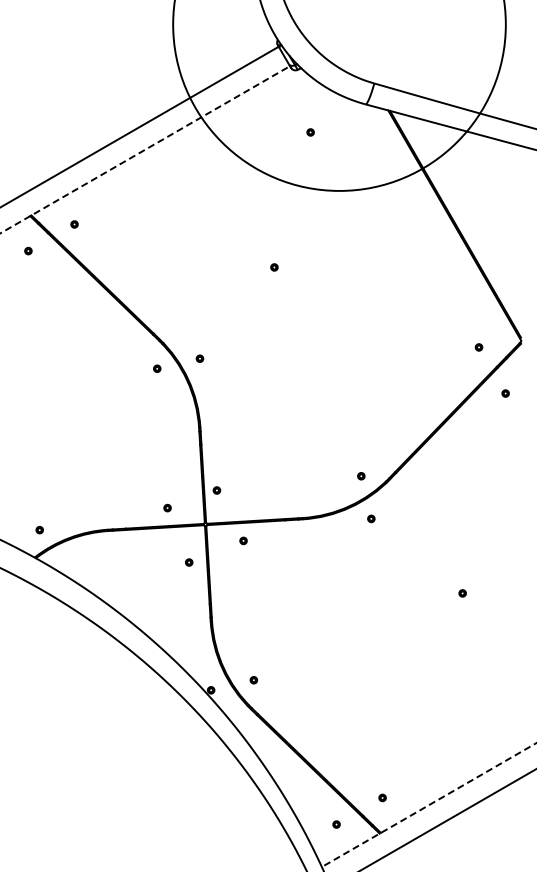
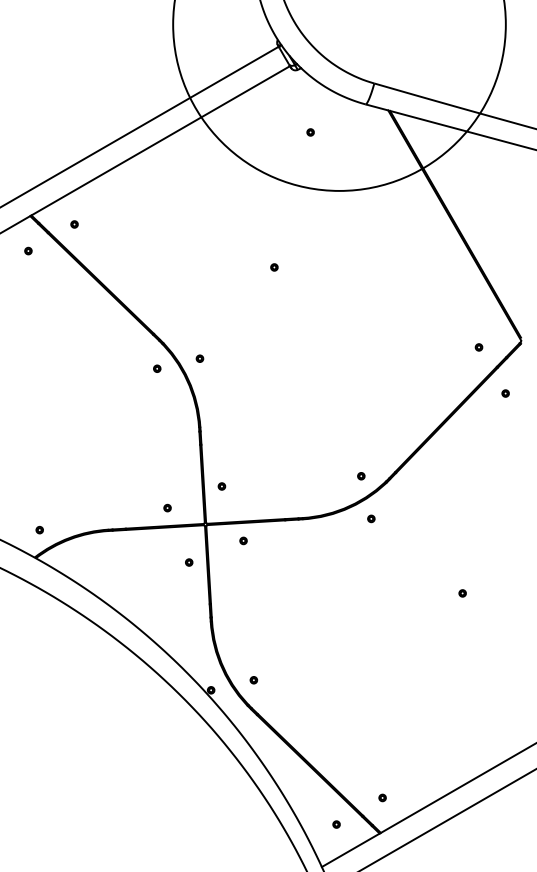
line at (145, 149): dashed -> solid
part at (216, 490) position: (216, 490) -> (221, 486)
line at (429, 805): dashed -> solid
